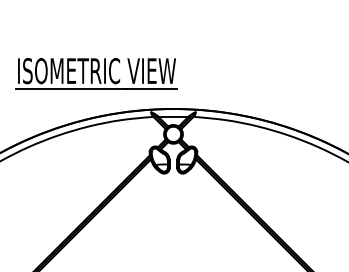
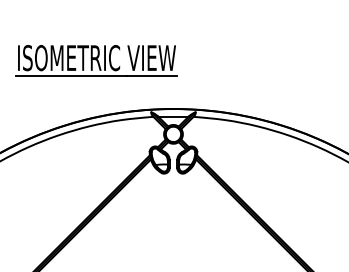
part at (96, 73) position: (96, 73) -> (96, 60)
